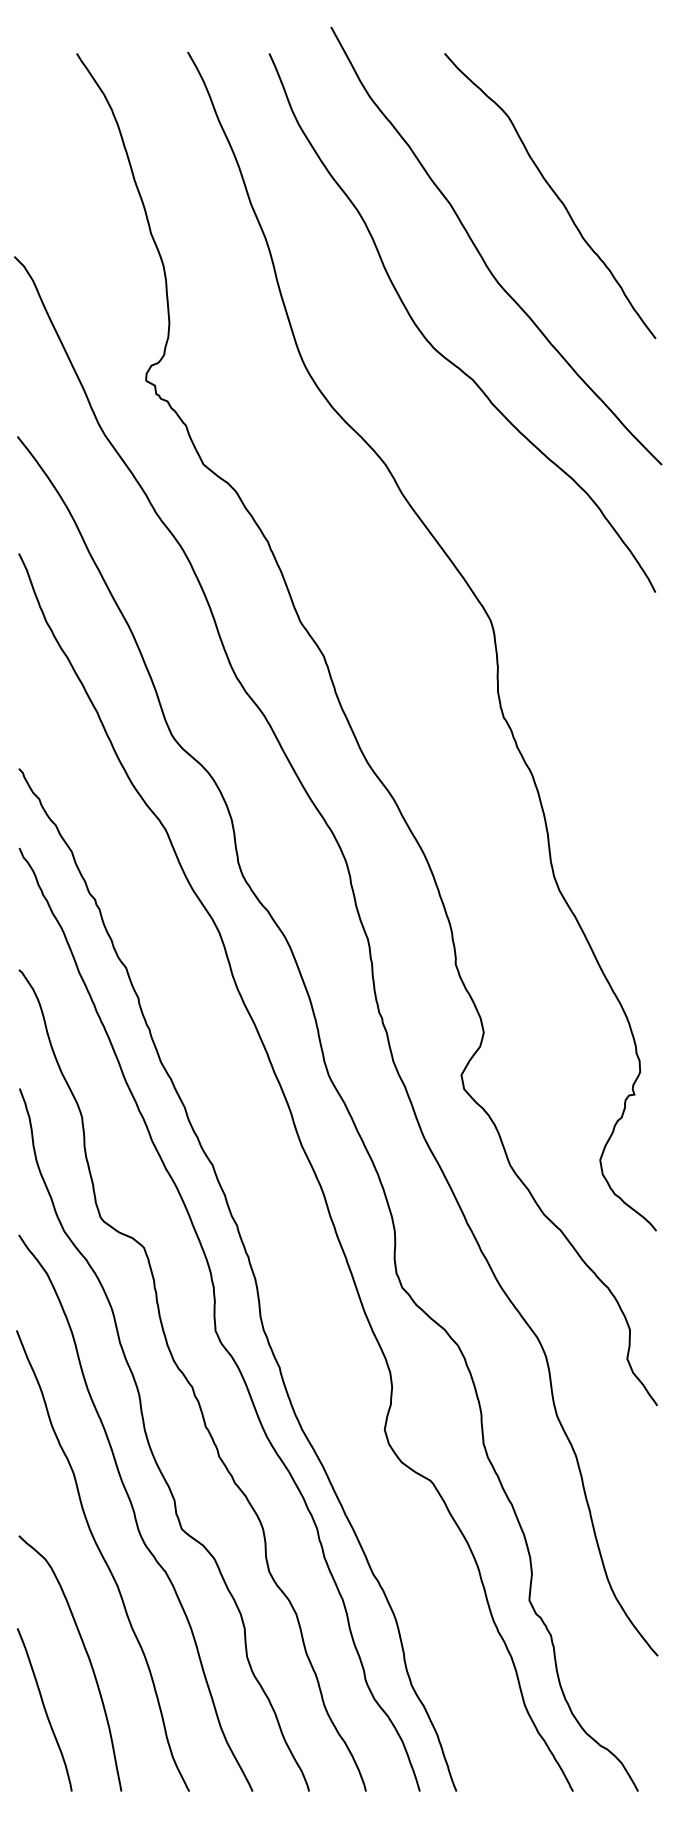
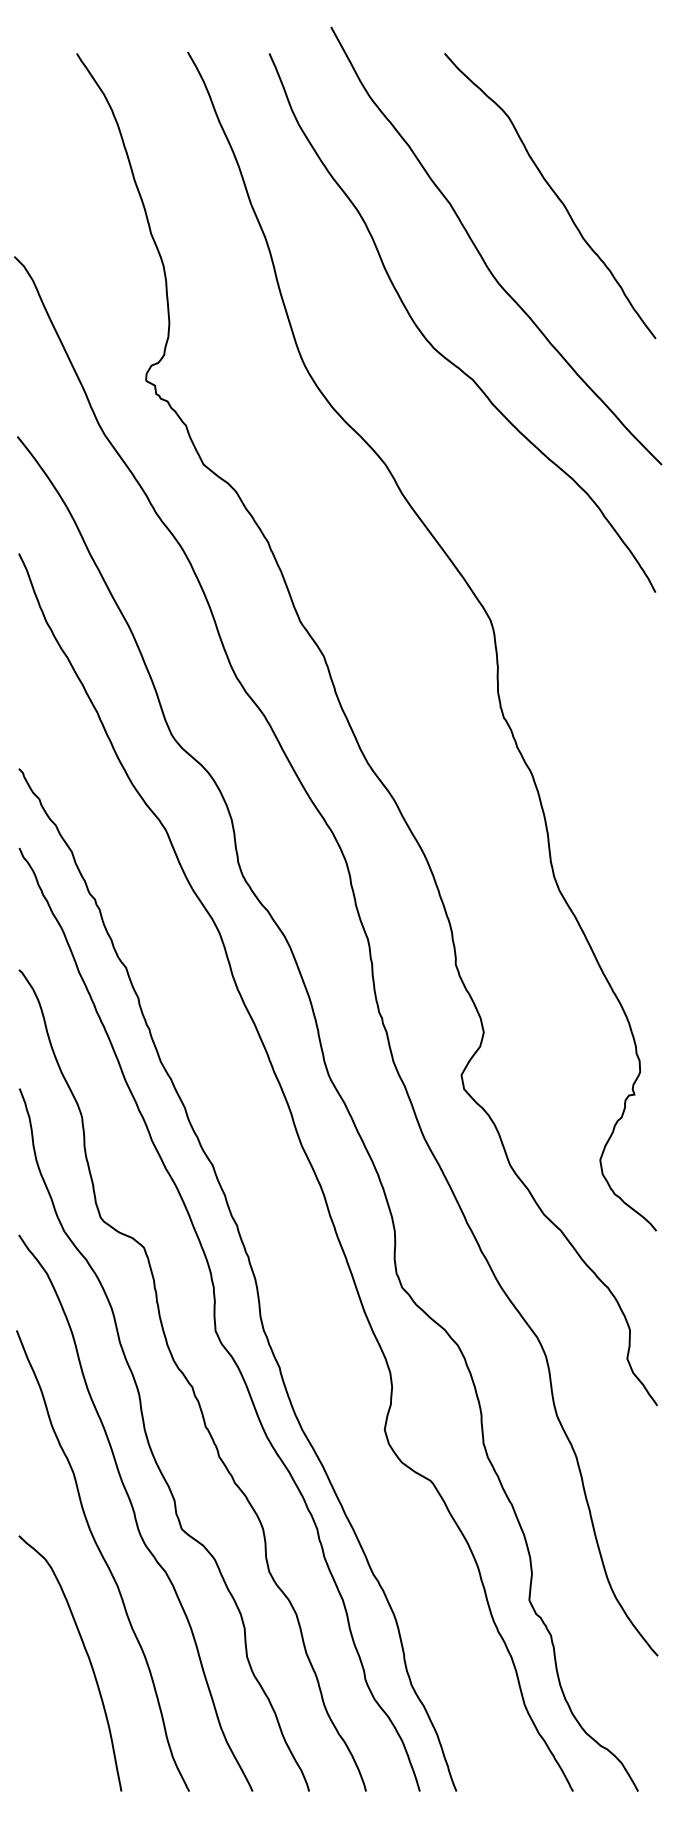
curve at (44, 1709): present -> none
